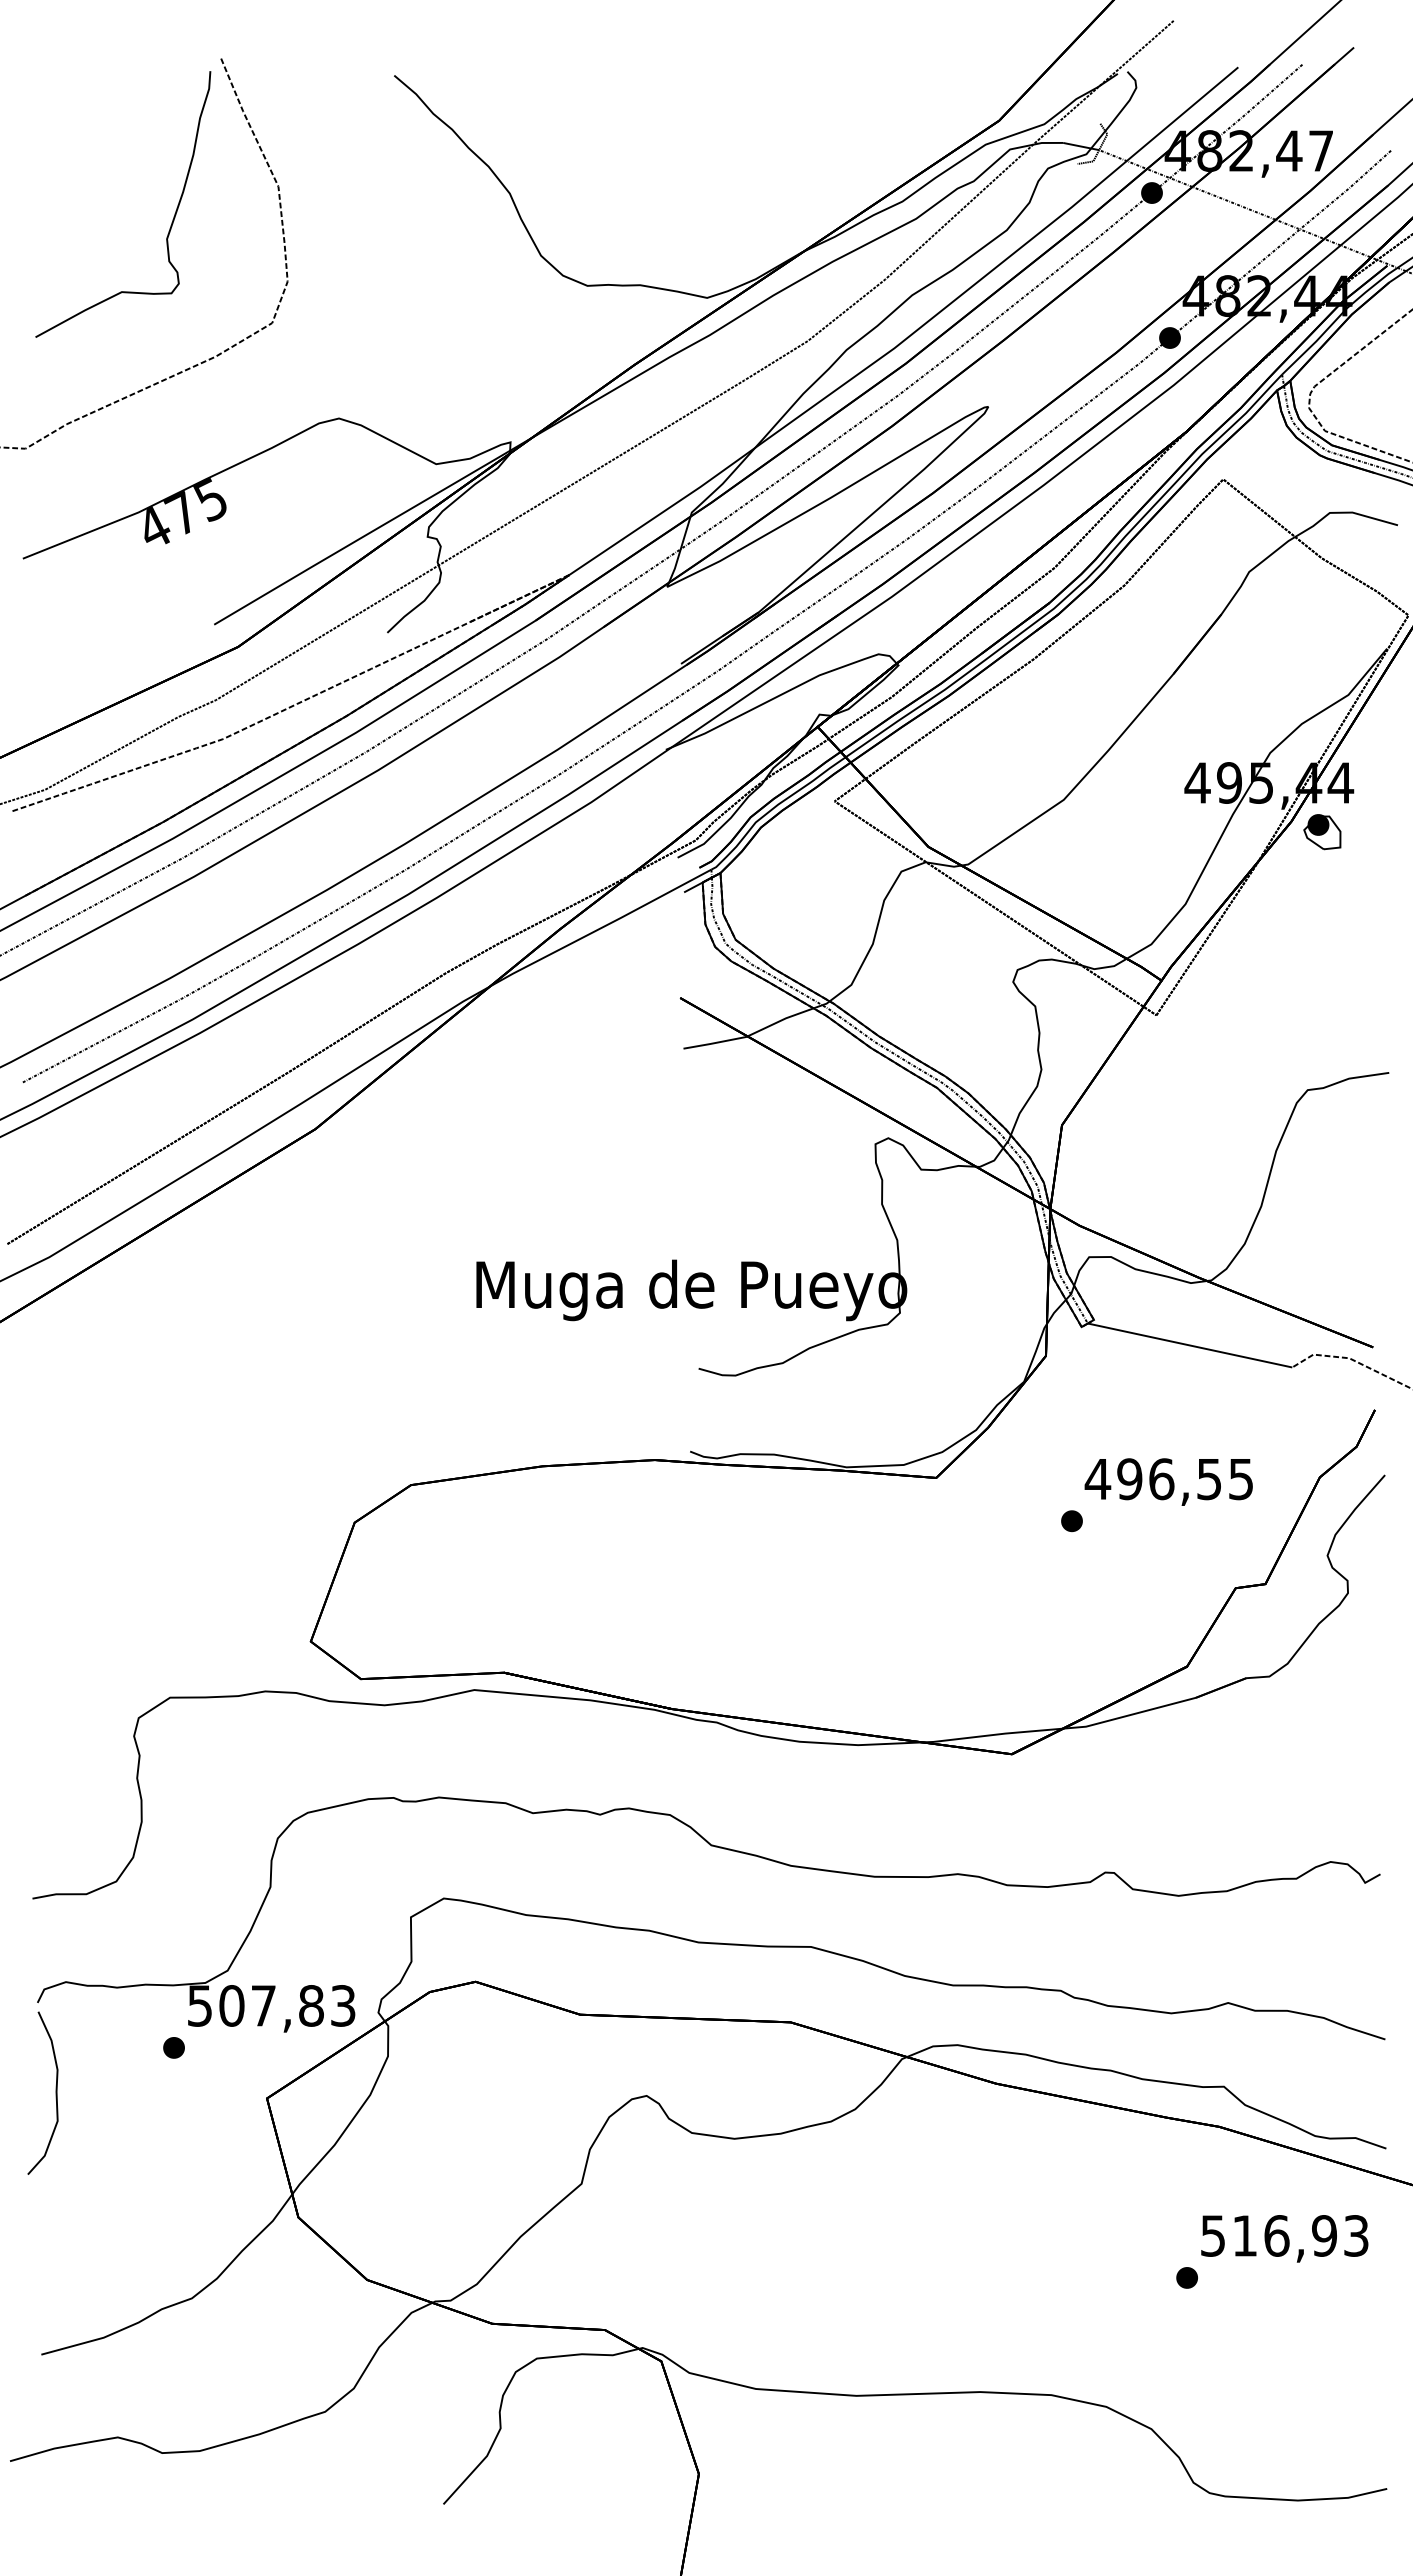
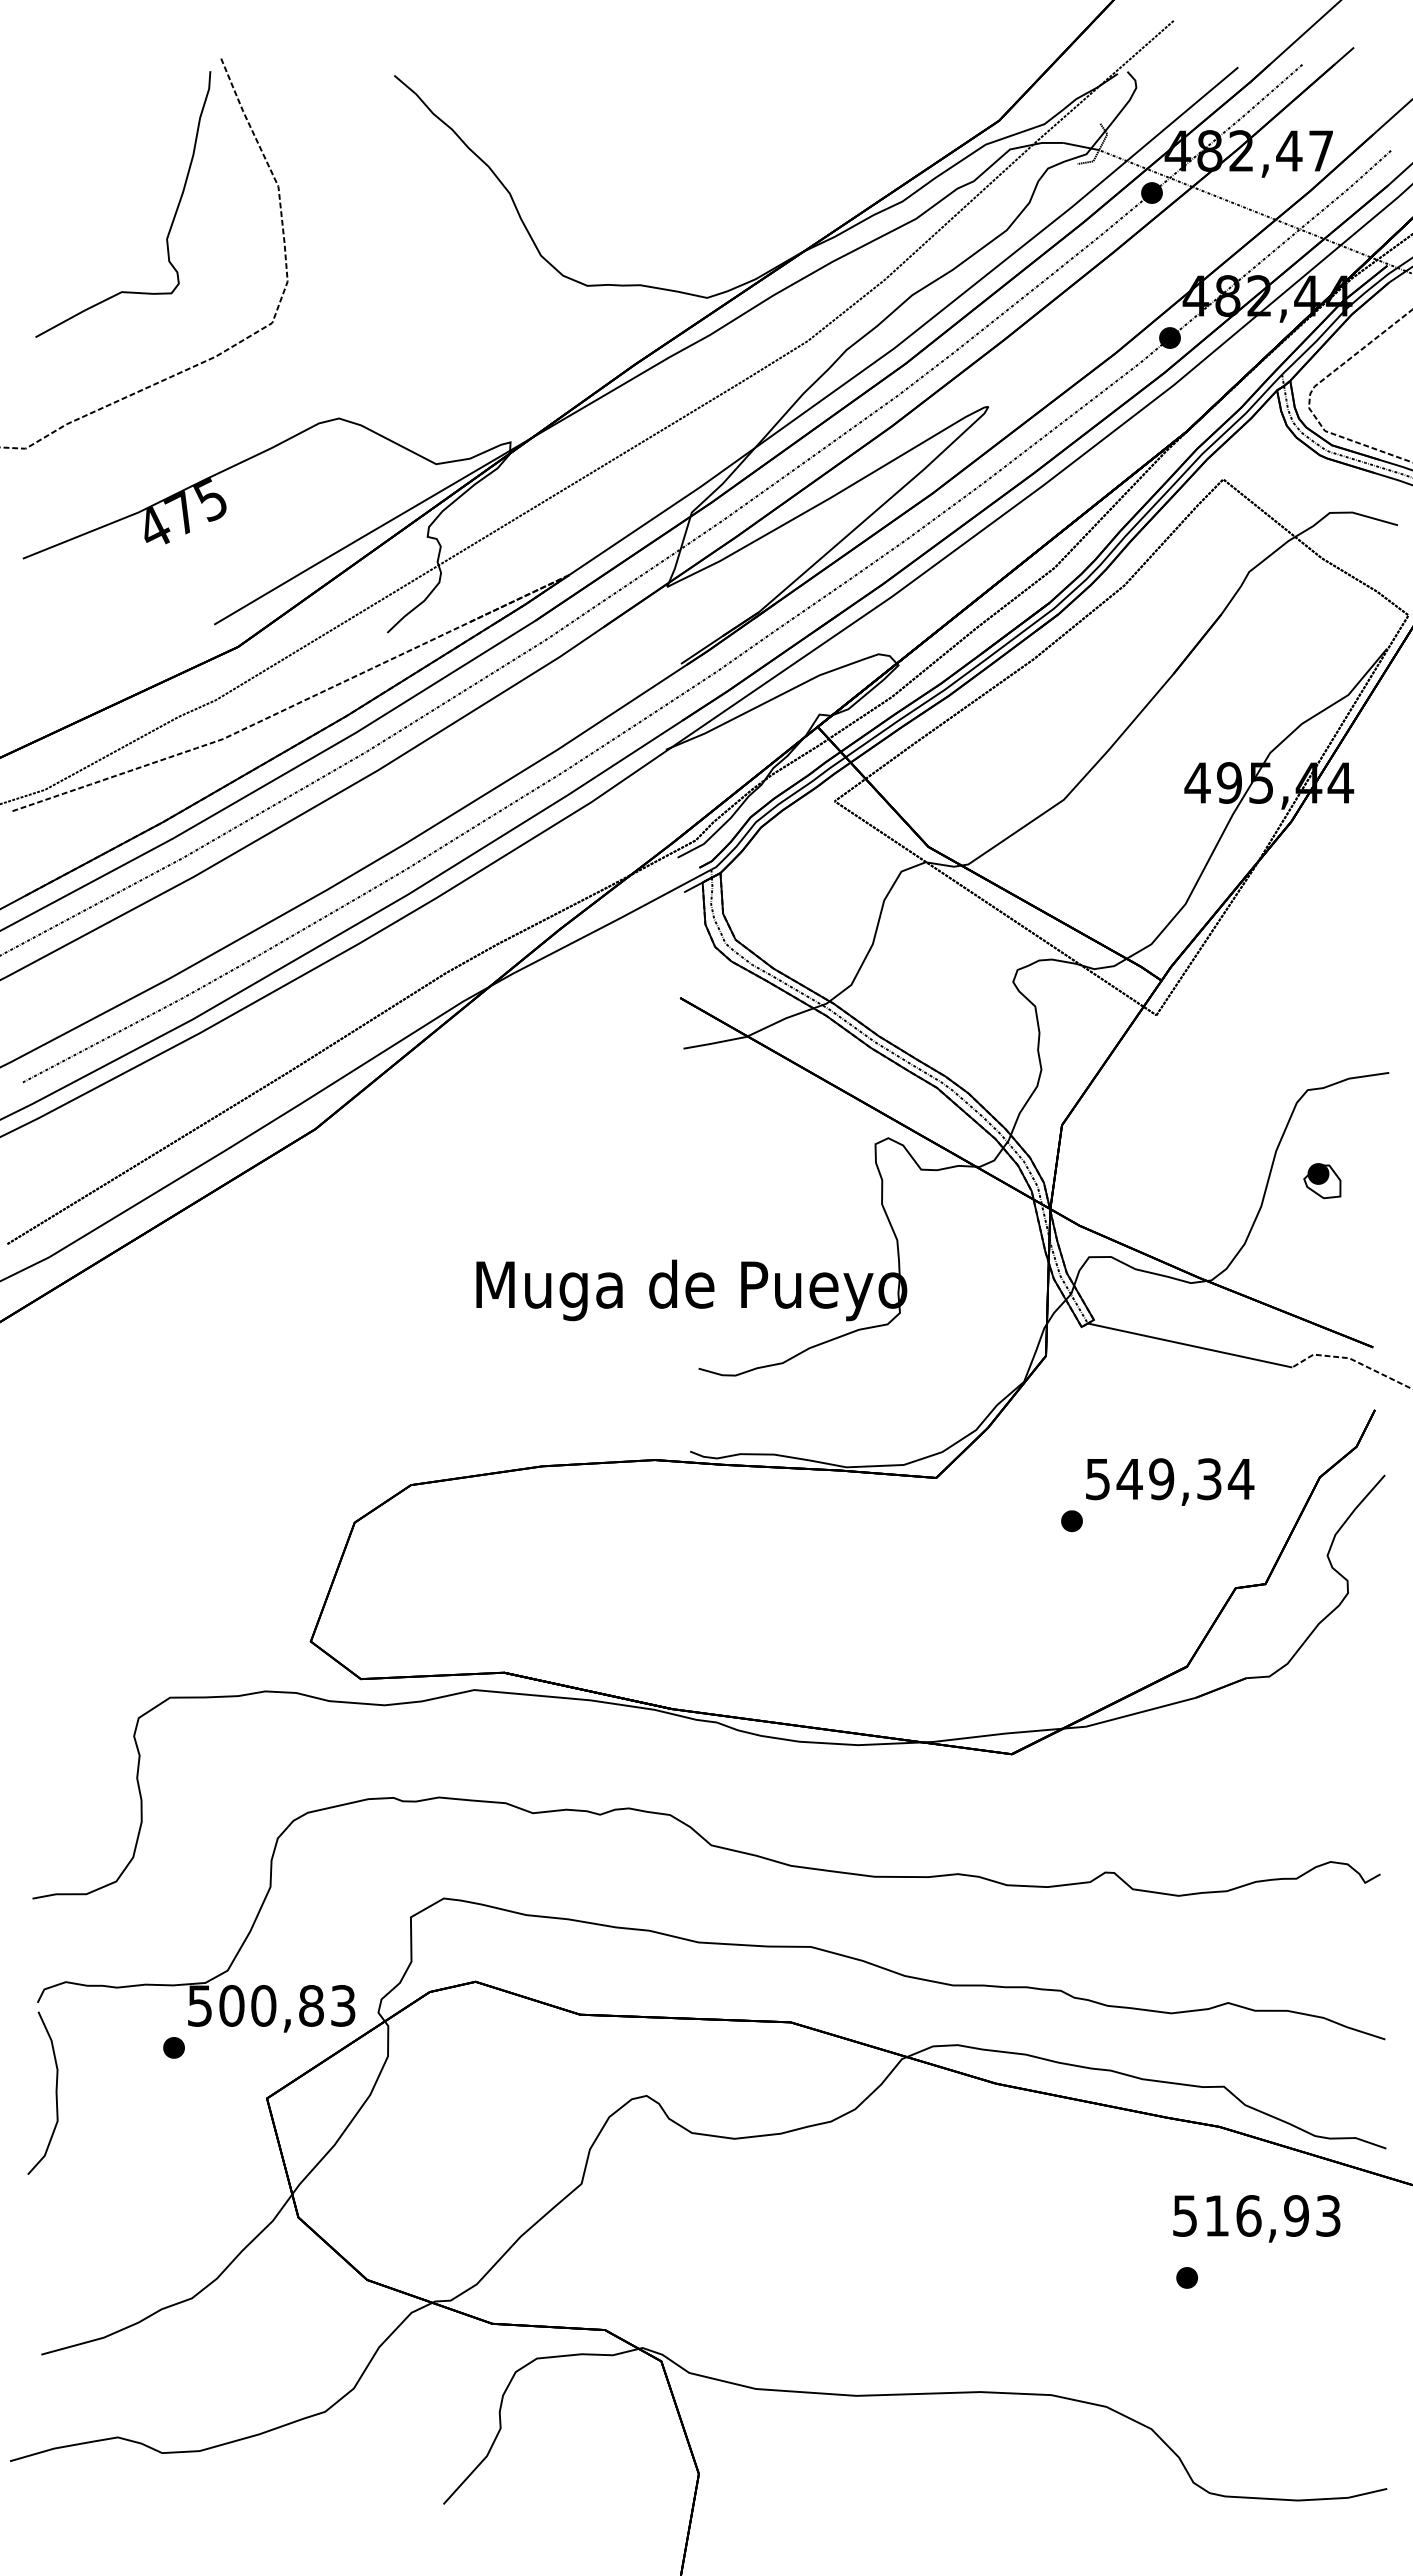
part at (1322, 832) position: (1322, 832) -> (1322, 1181)
text at (1169, 1479): 496,55 -> 549,34
text at (263, 2005): 507,83 -> 500,83
text at (1284, 2238) position: (1284, 2238) -> (1256, 2218)
